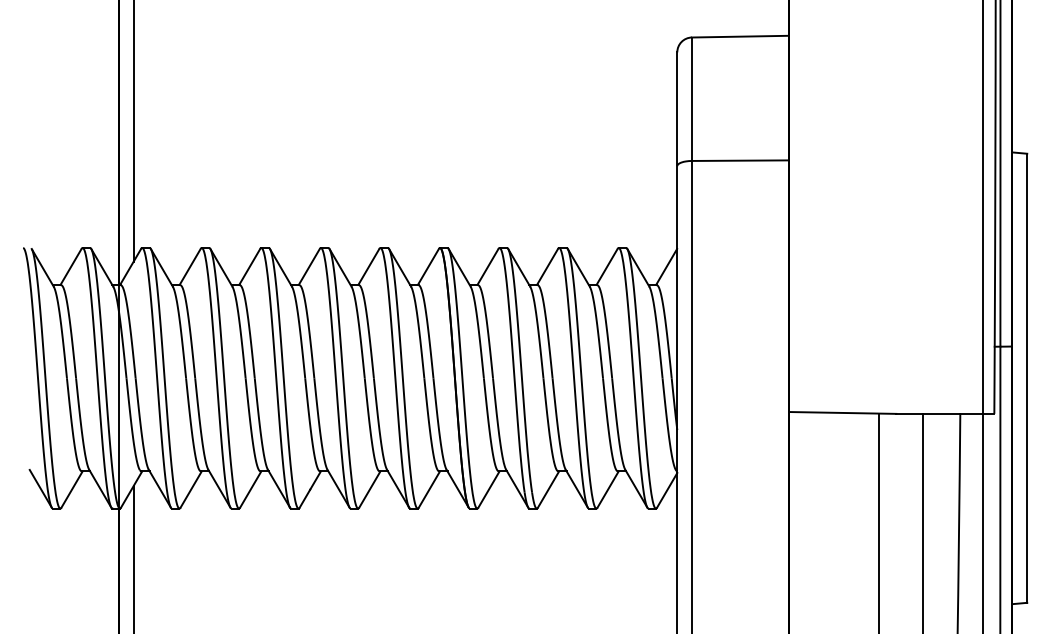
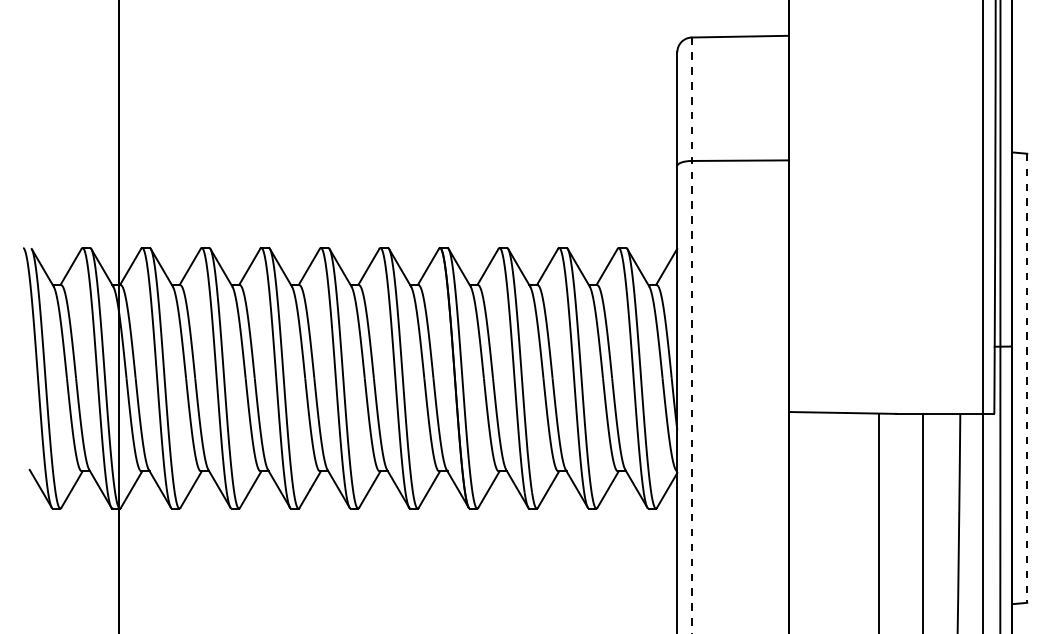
line at (133, 131): present -> none
line at (691, 335): solid -> dashed
line at (1027, 378): solid -> dashed
line at (133, 558): present -> none
